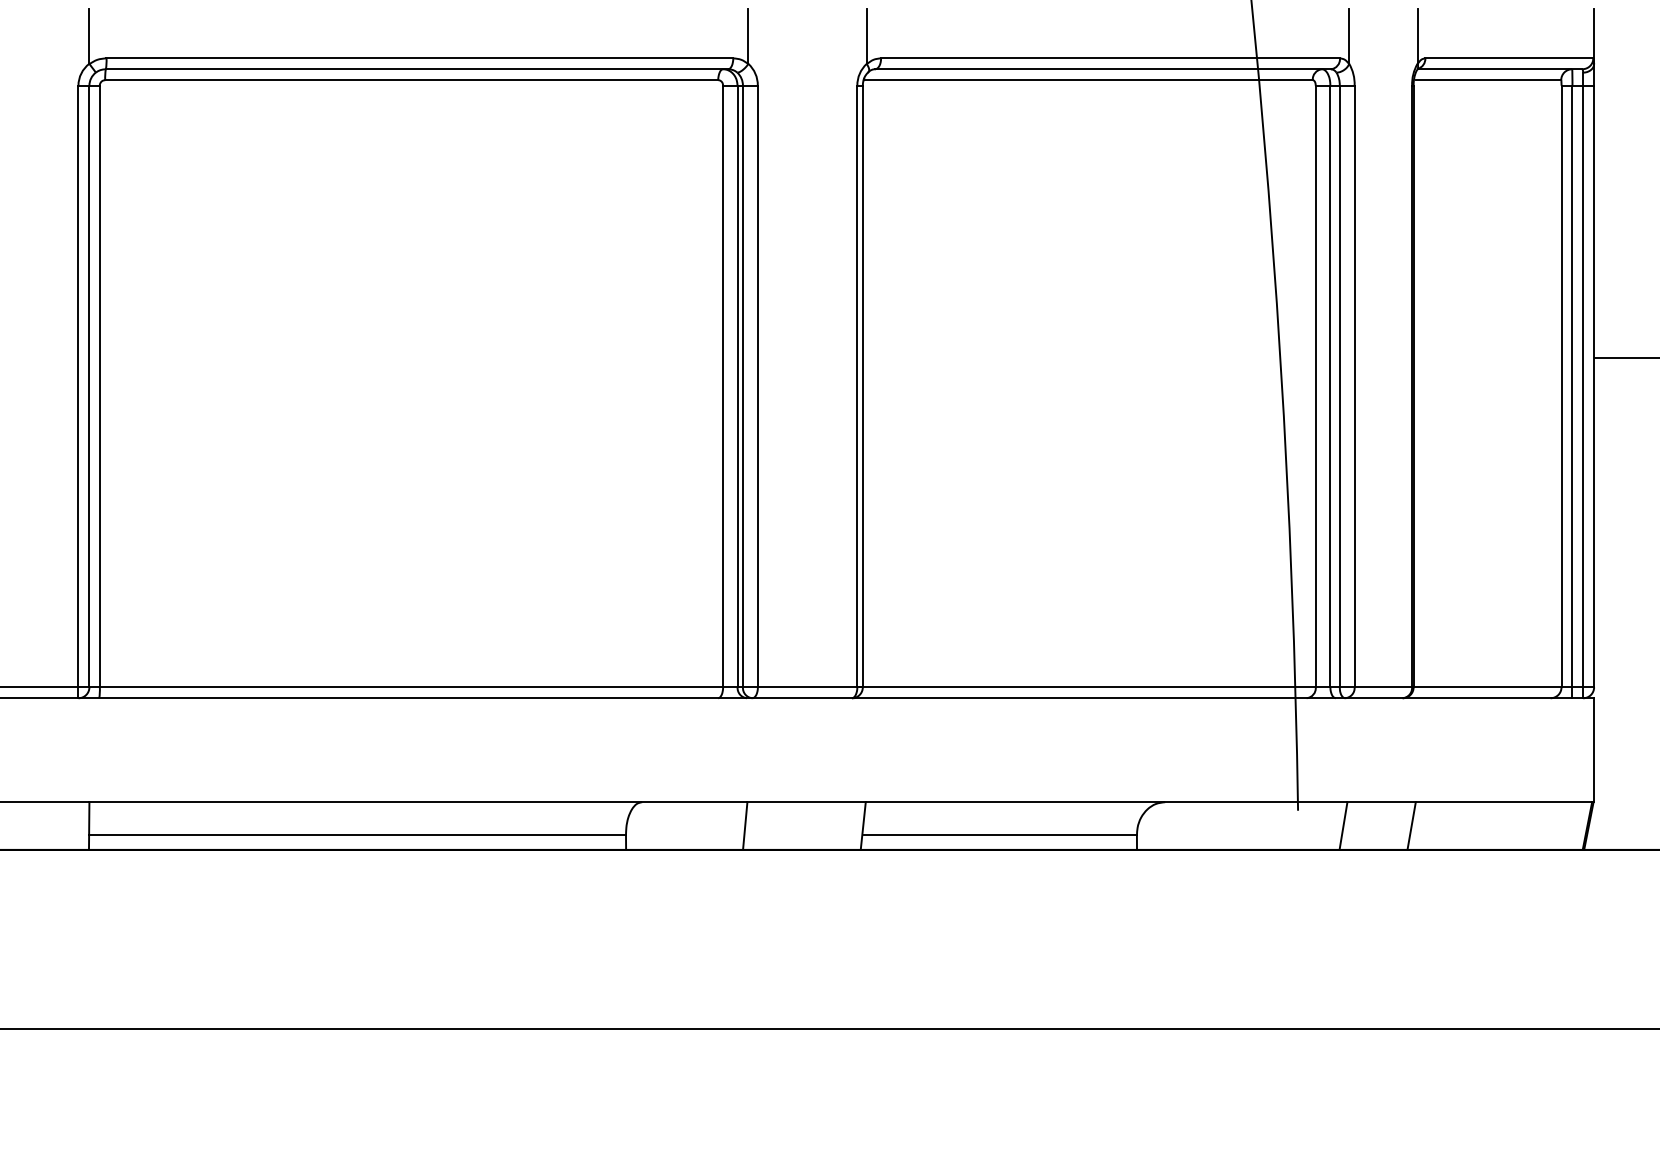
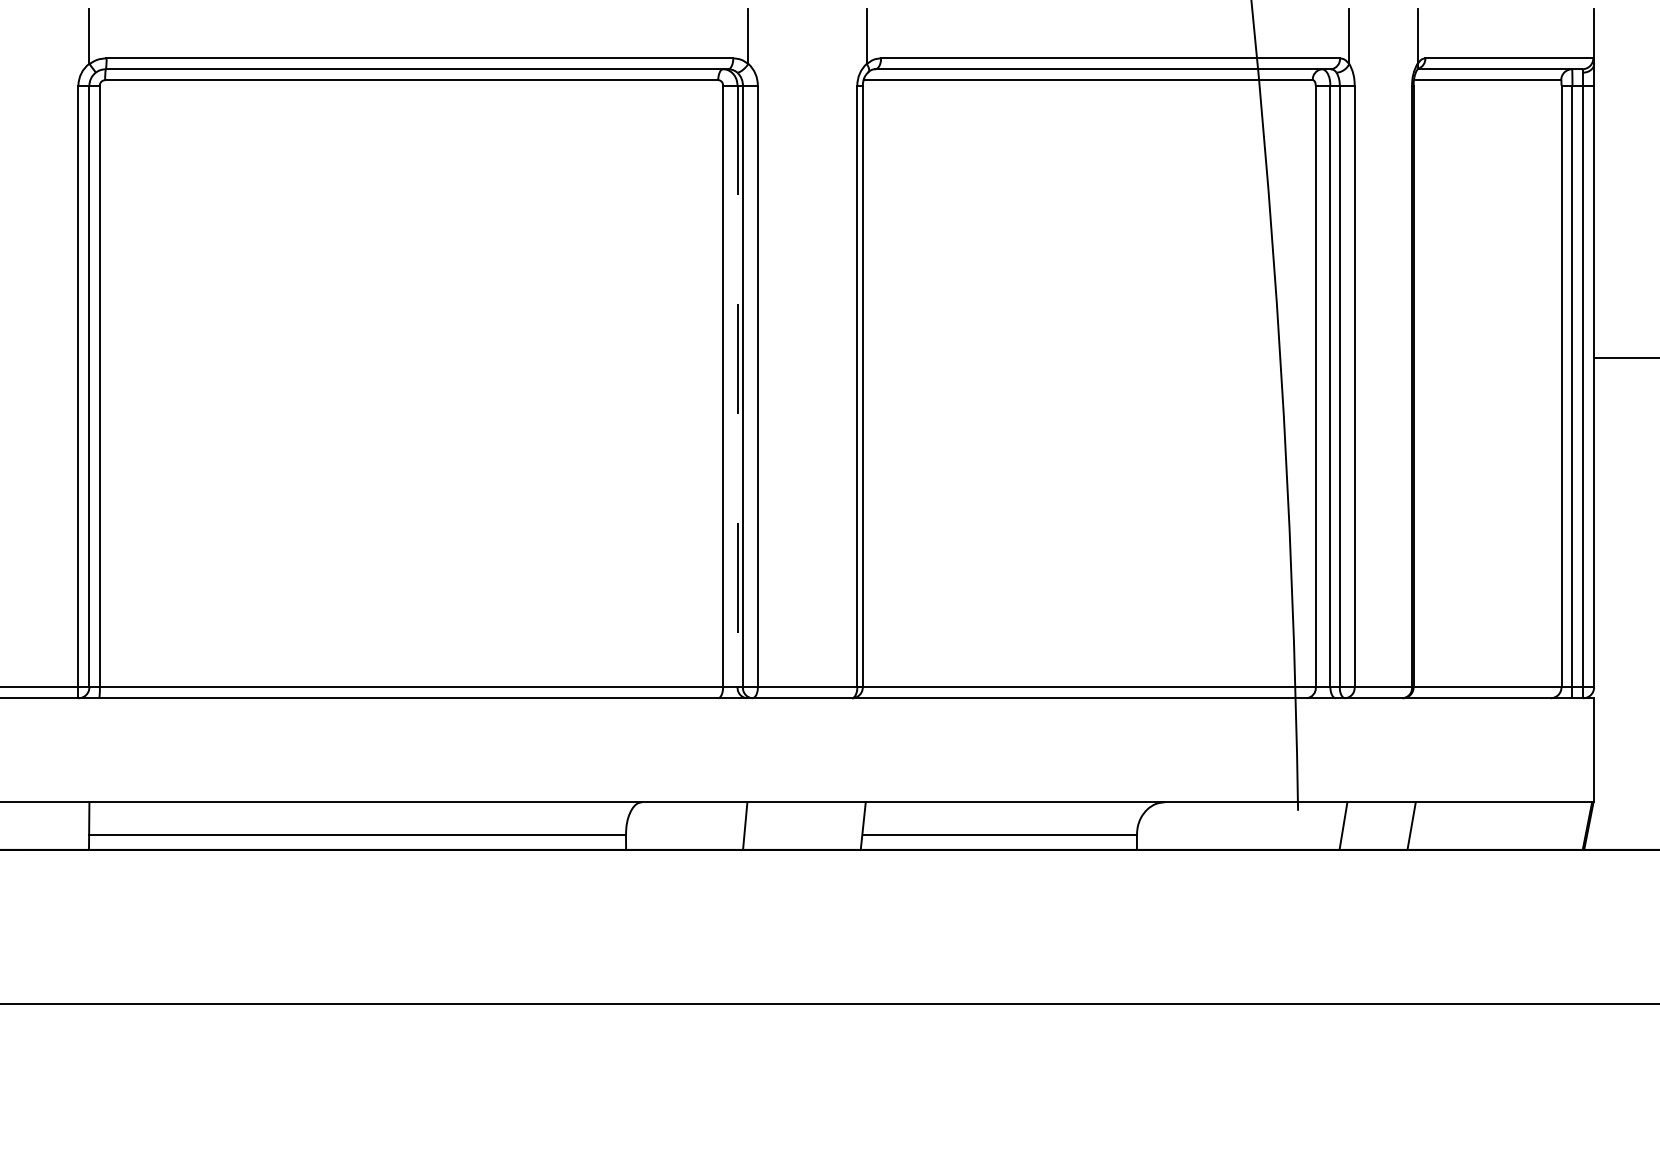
line at (737, 386): solid -> dashed
line at (829, 1028) position: (829, 1028) -> (829, 1003)
